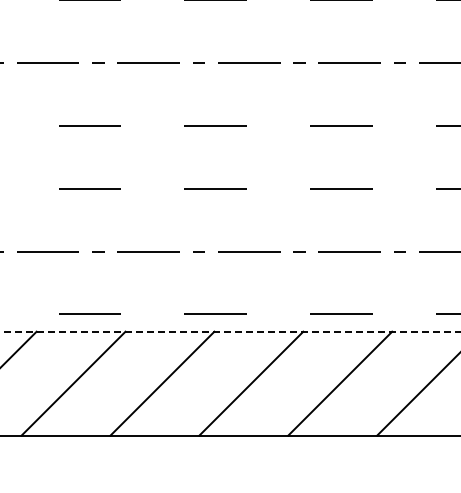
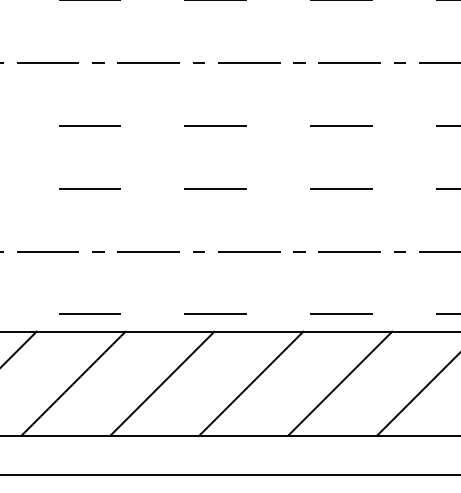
line at (231, 331): dashed -> solid
line at (229, 475): none -> present
